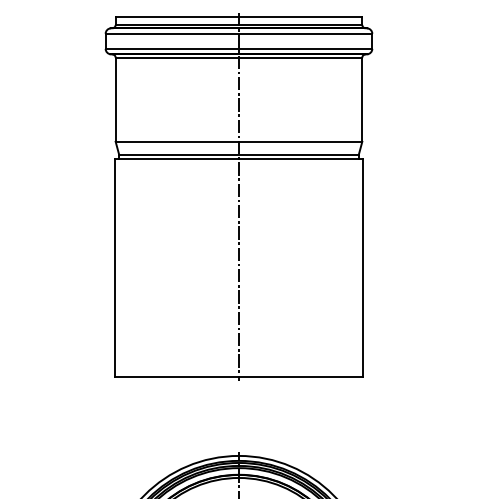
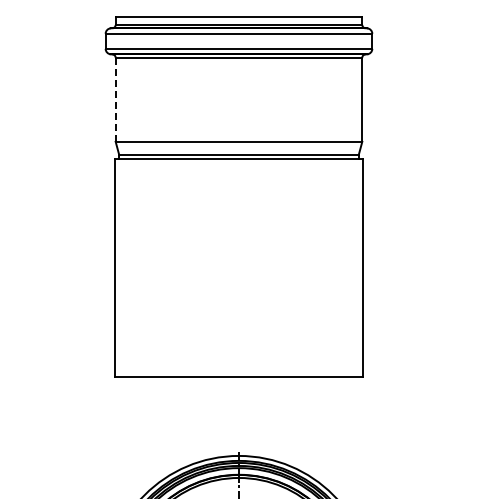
line at (115, 99): solid -> dashed
line at (238, 196): present -> none
